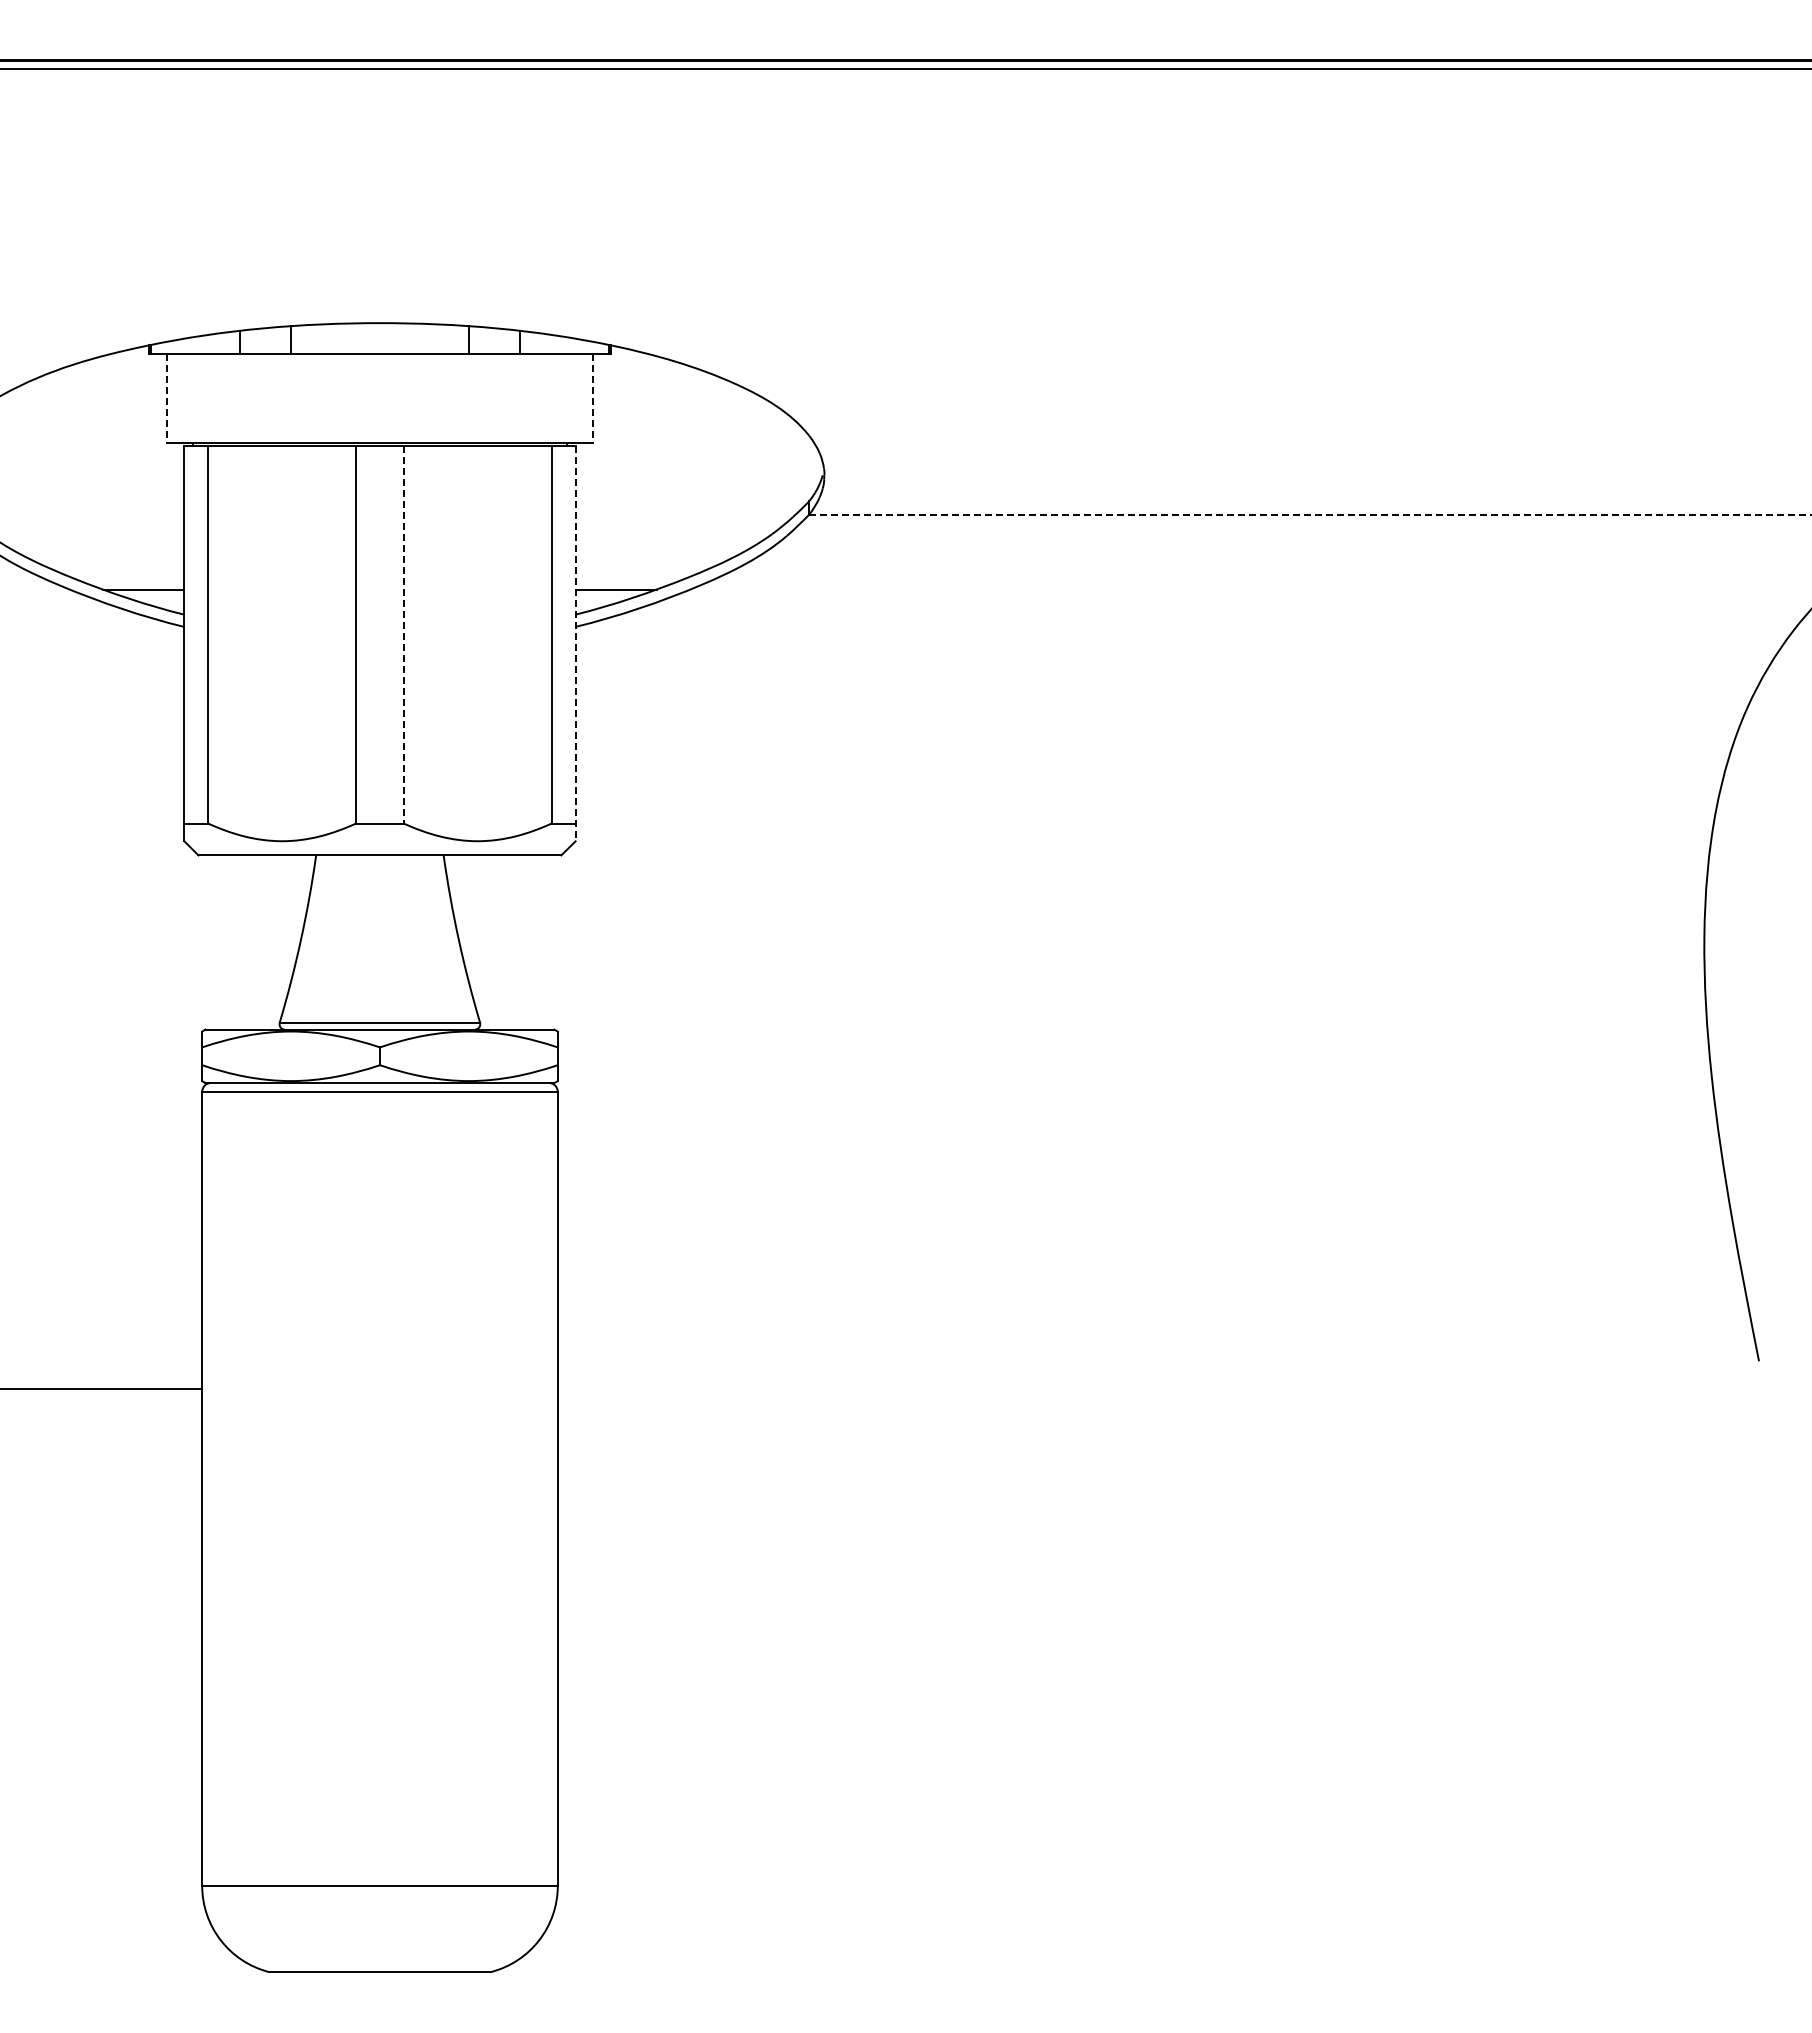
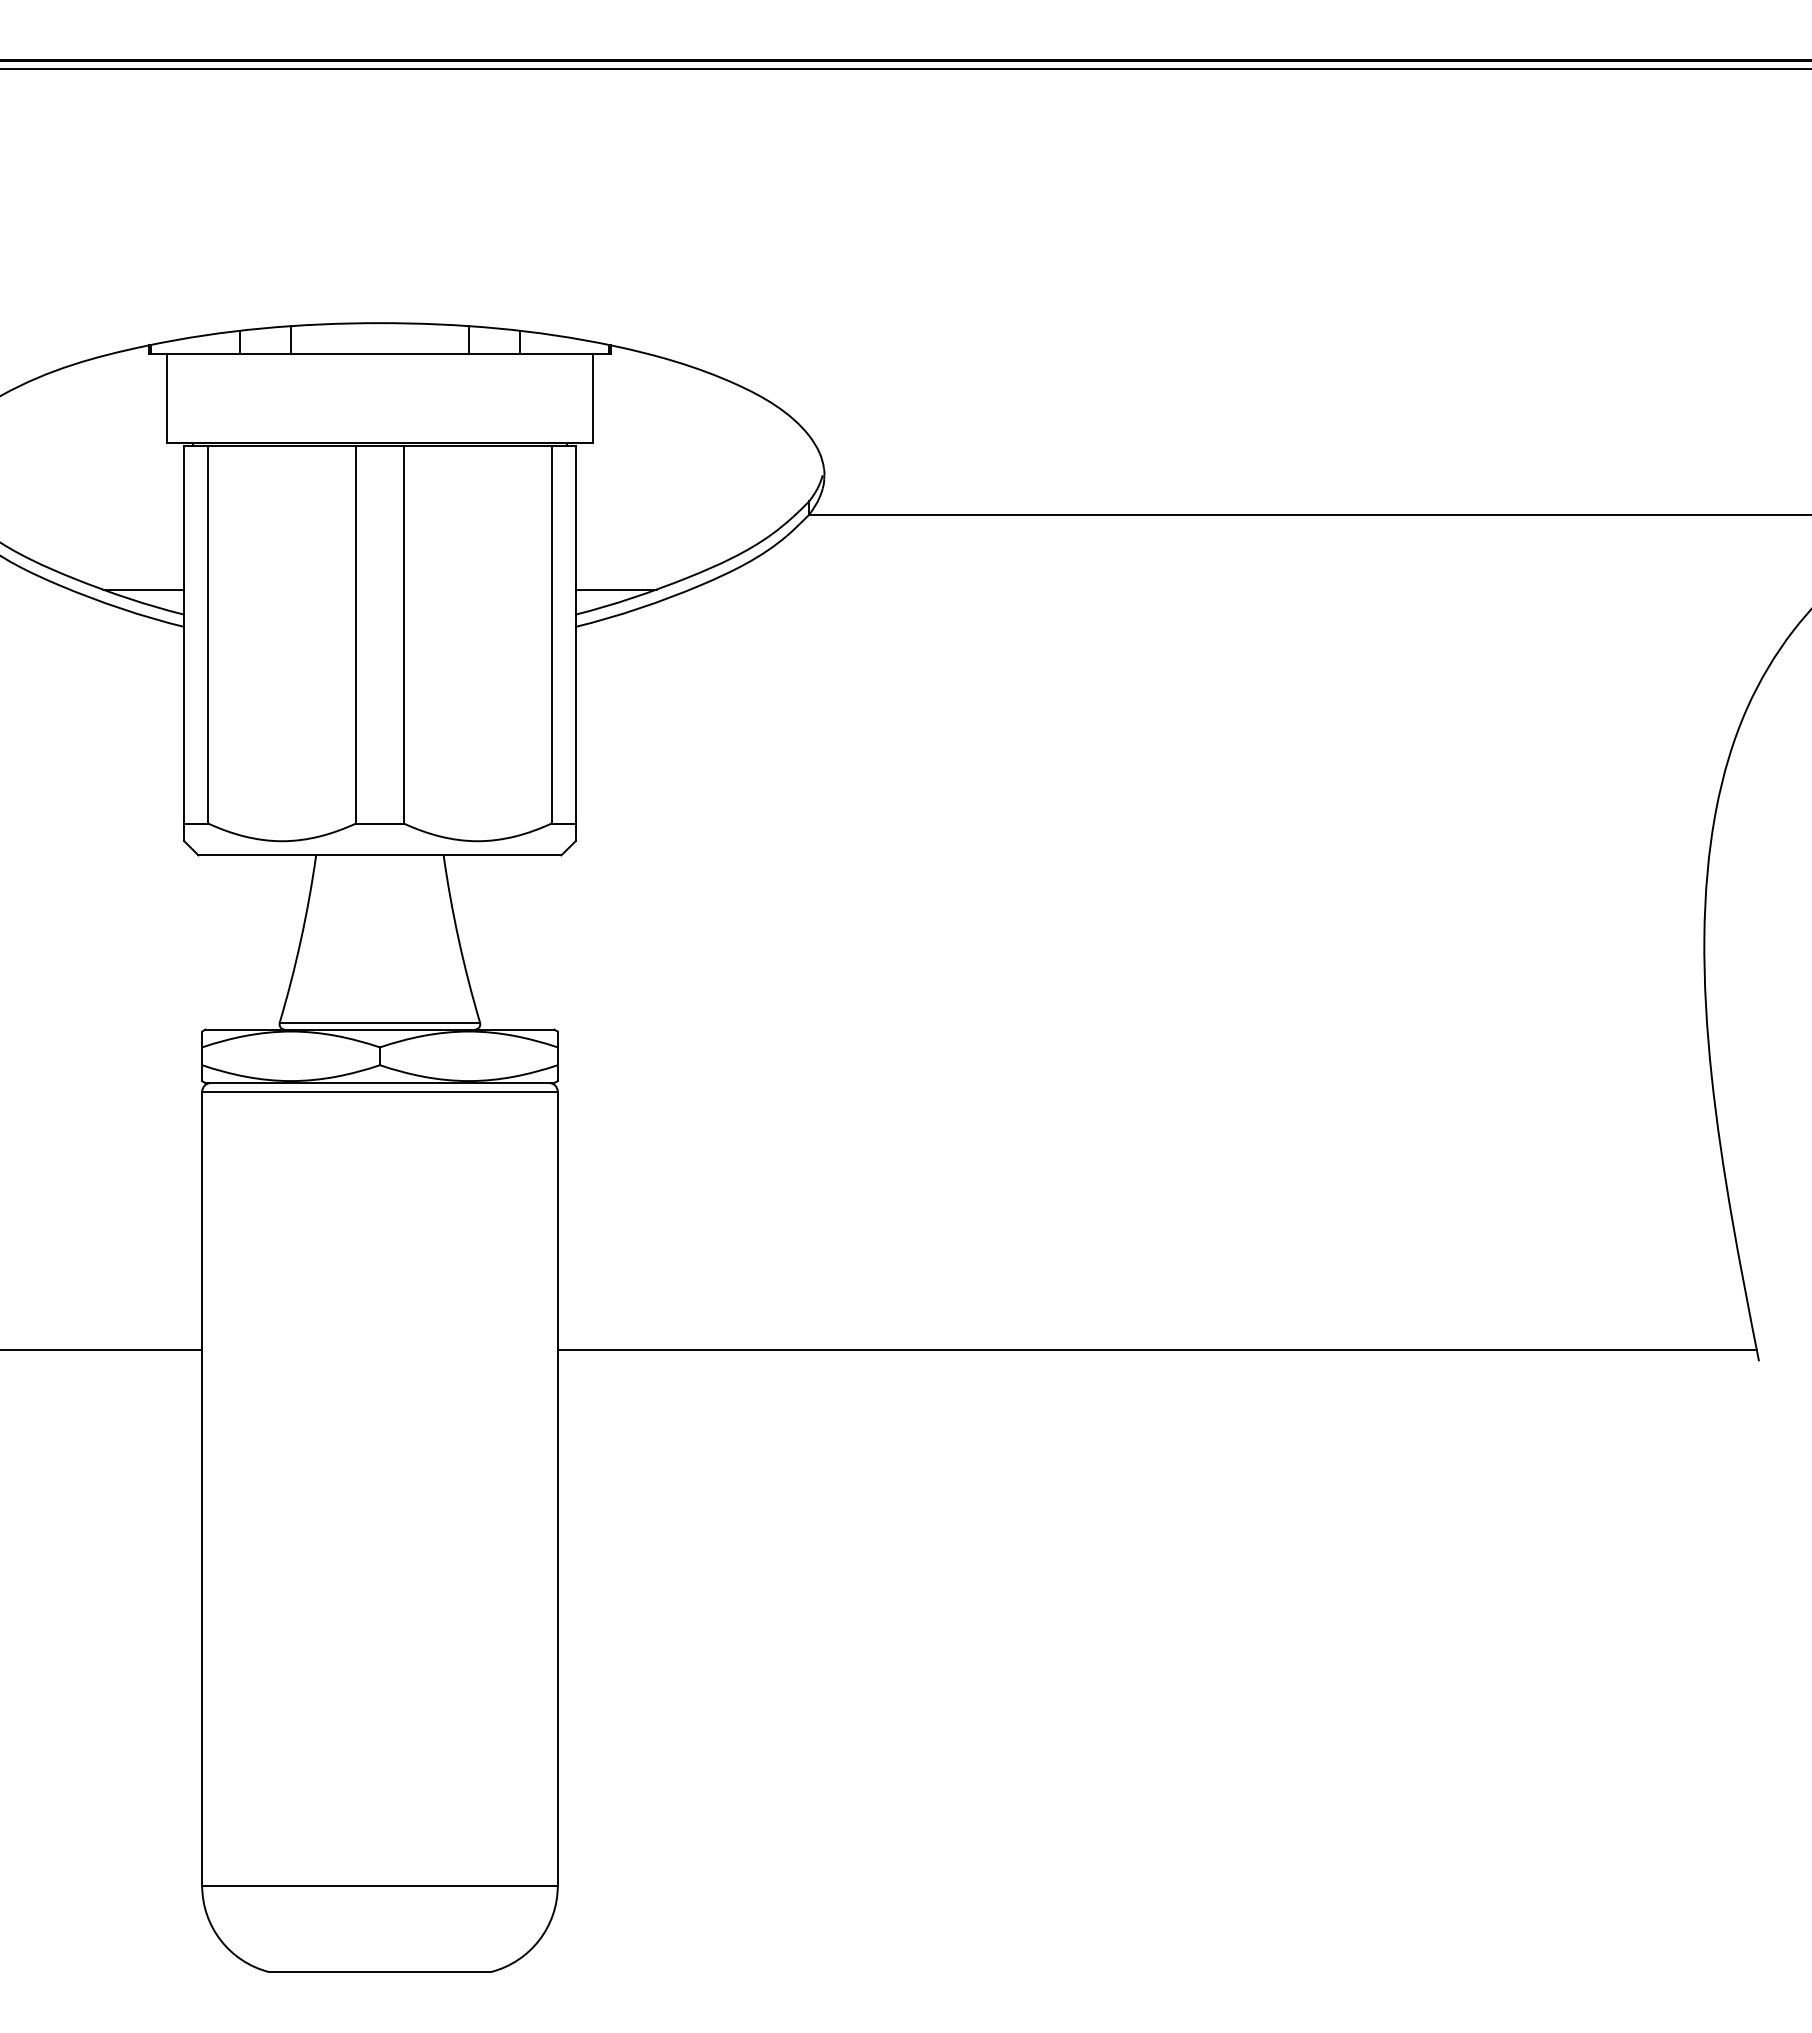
line at (166, 398): dashed -> solid
line at (593, 398): dashed -> solid
line at (1310, 514): dashed -> solid
line at (403, 635): dashed -> solid
line at (575, 644): dashed -> solid
line at (1156, 1350): none -> present
line at (102, 1389) position: (102, 1389) -> (102, 1350)
